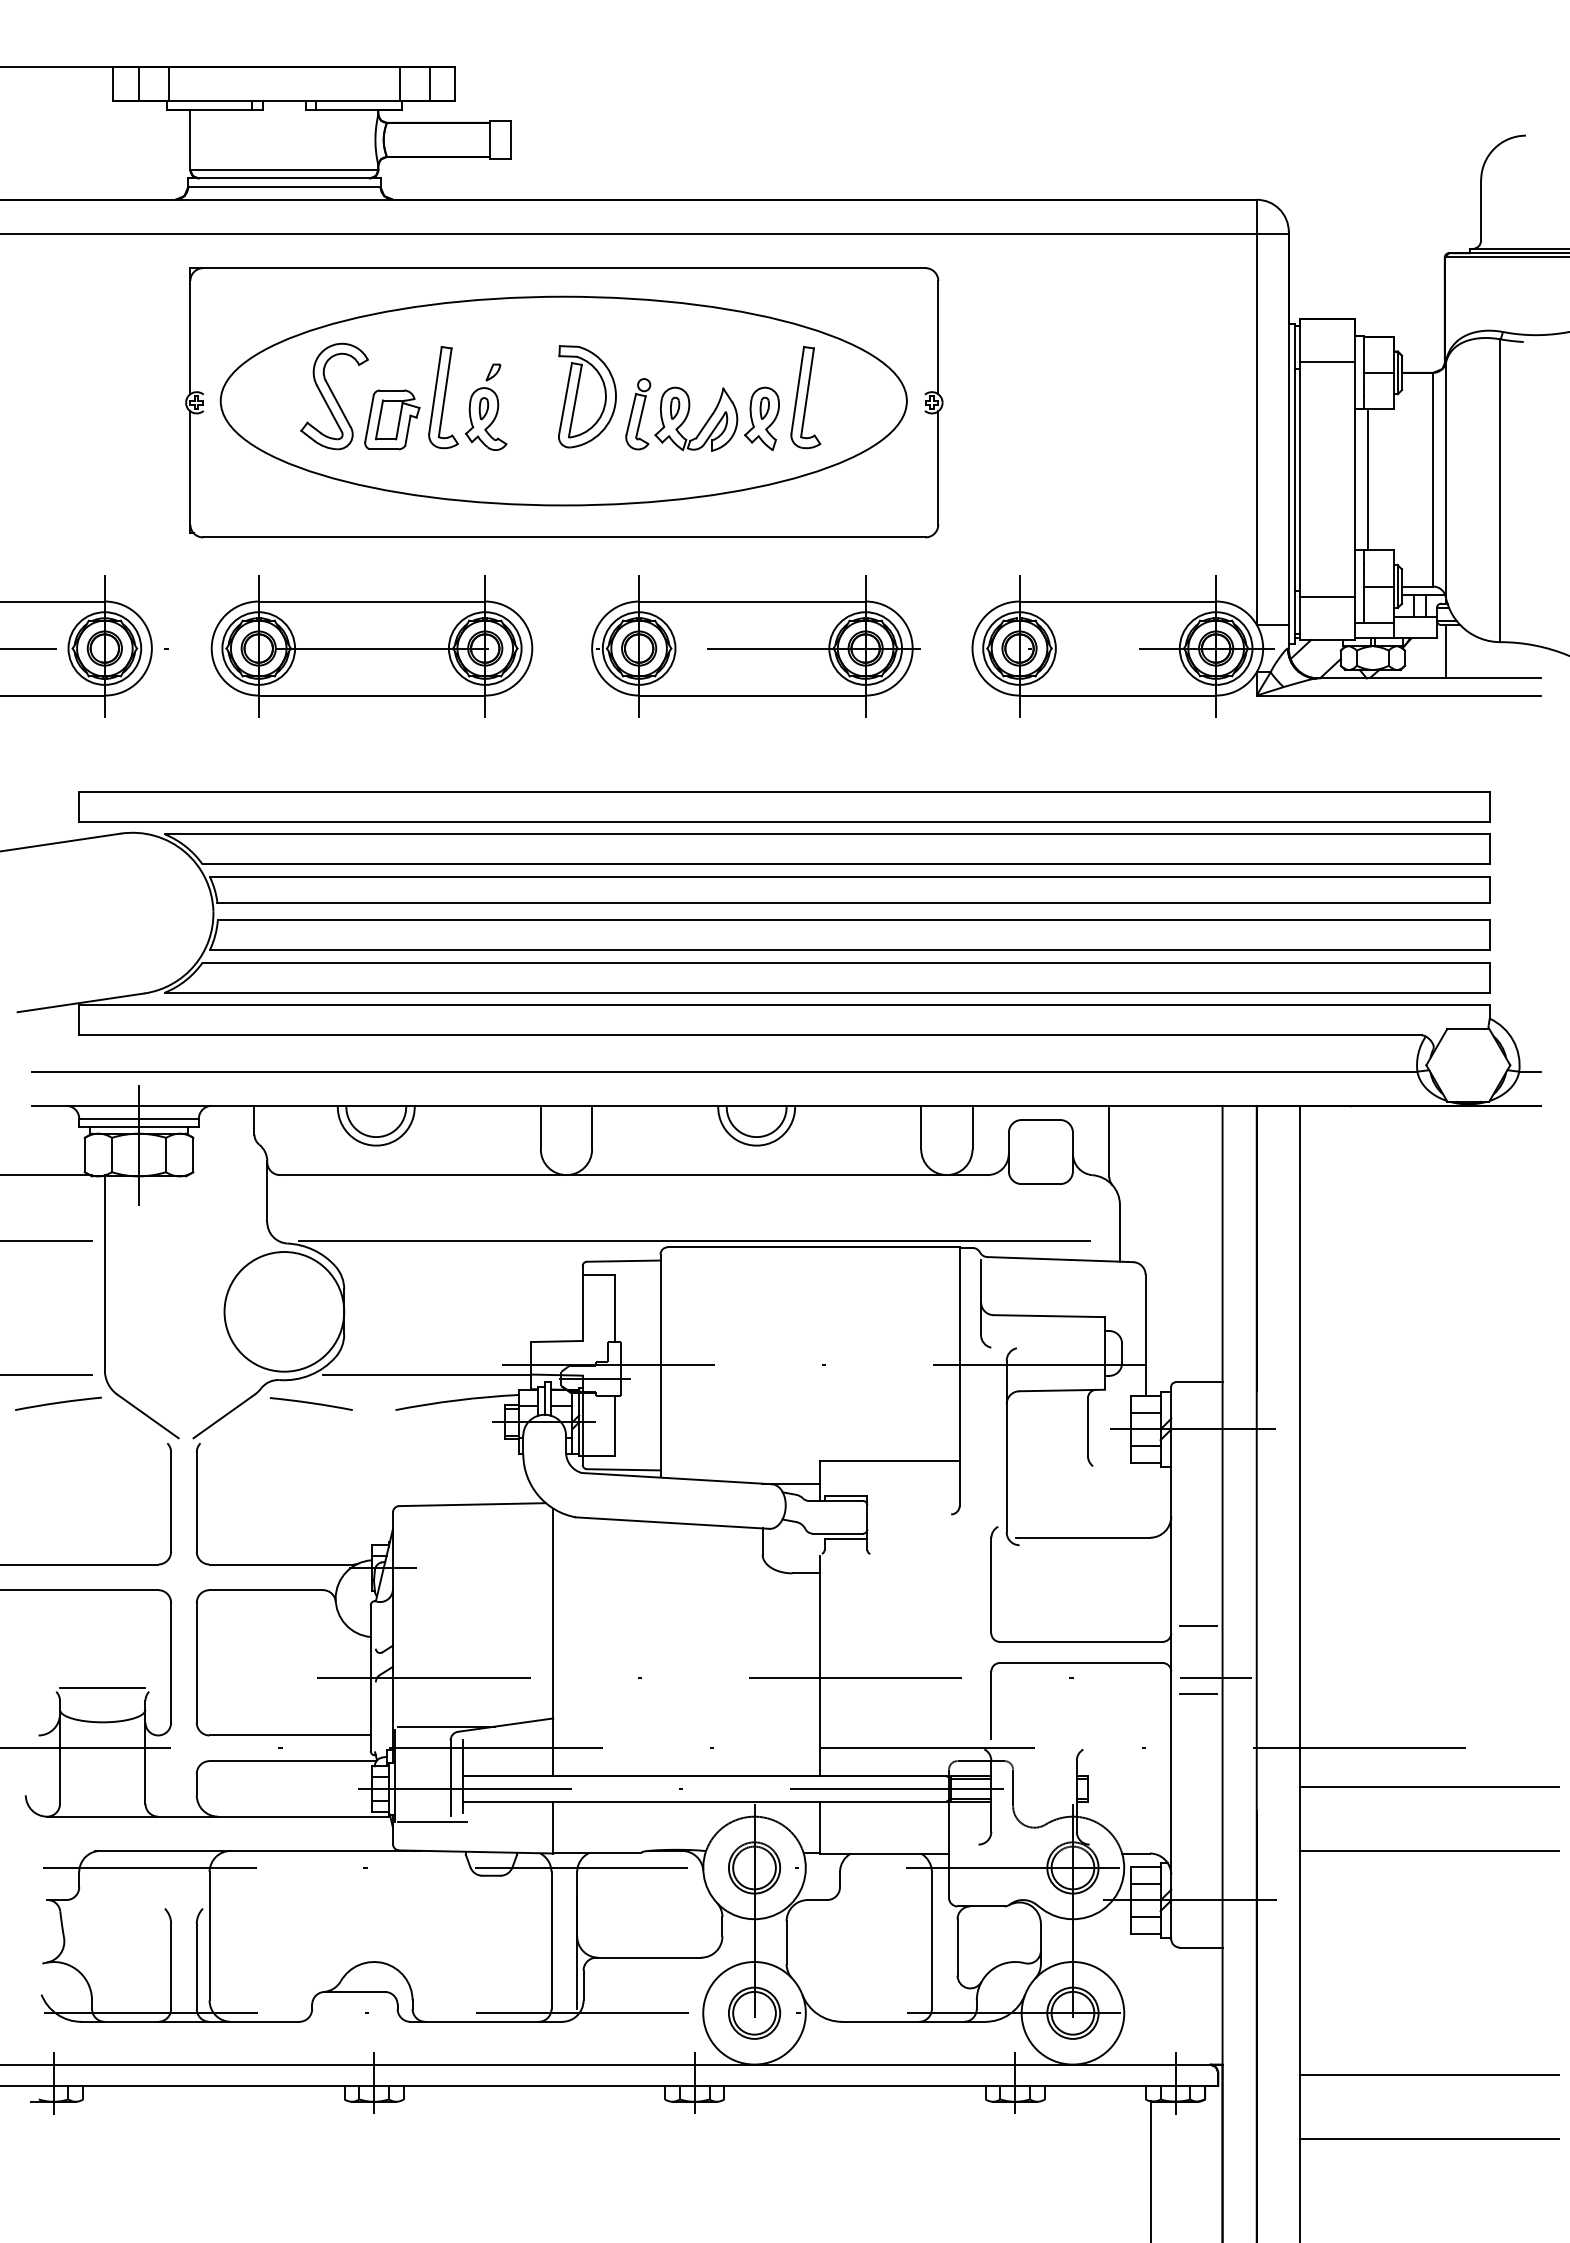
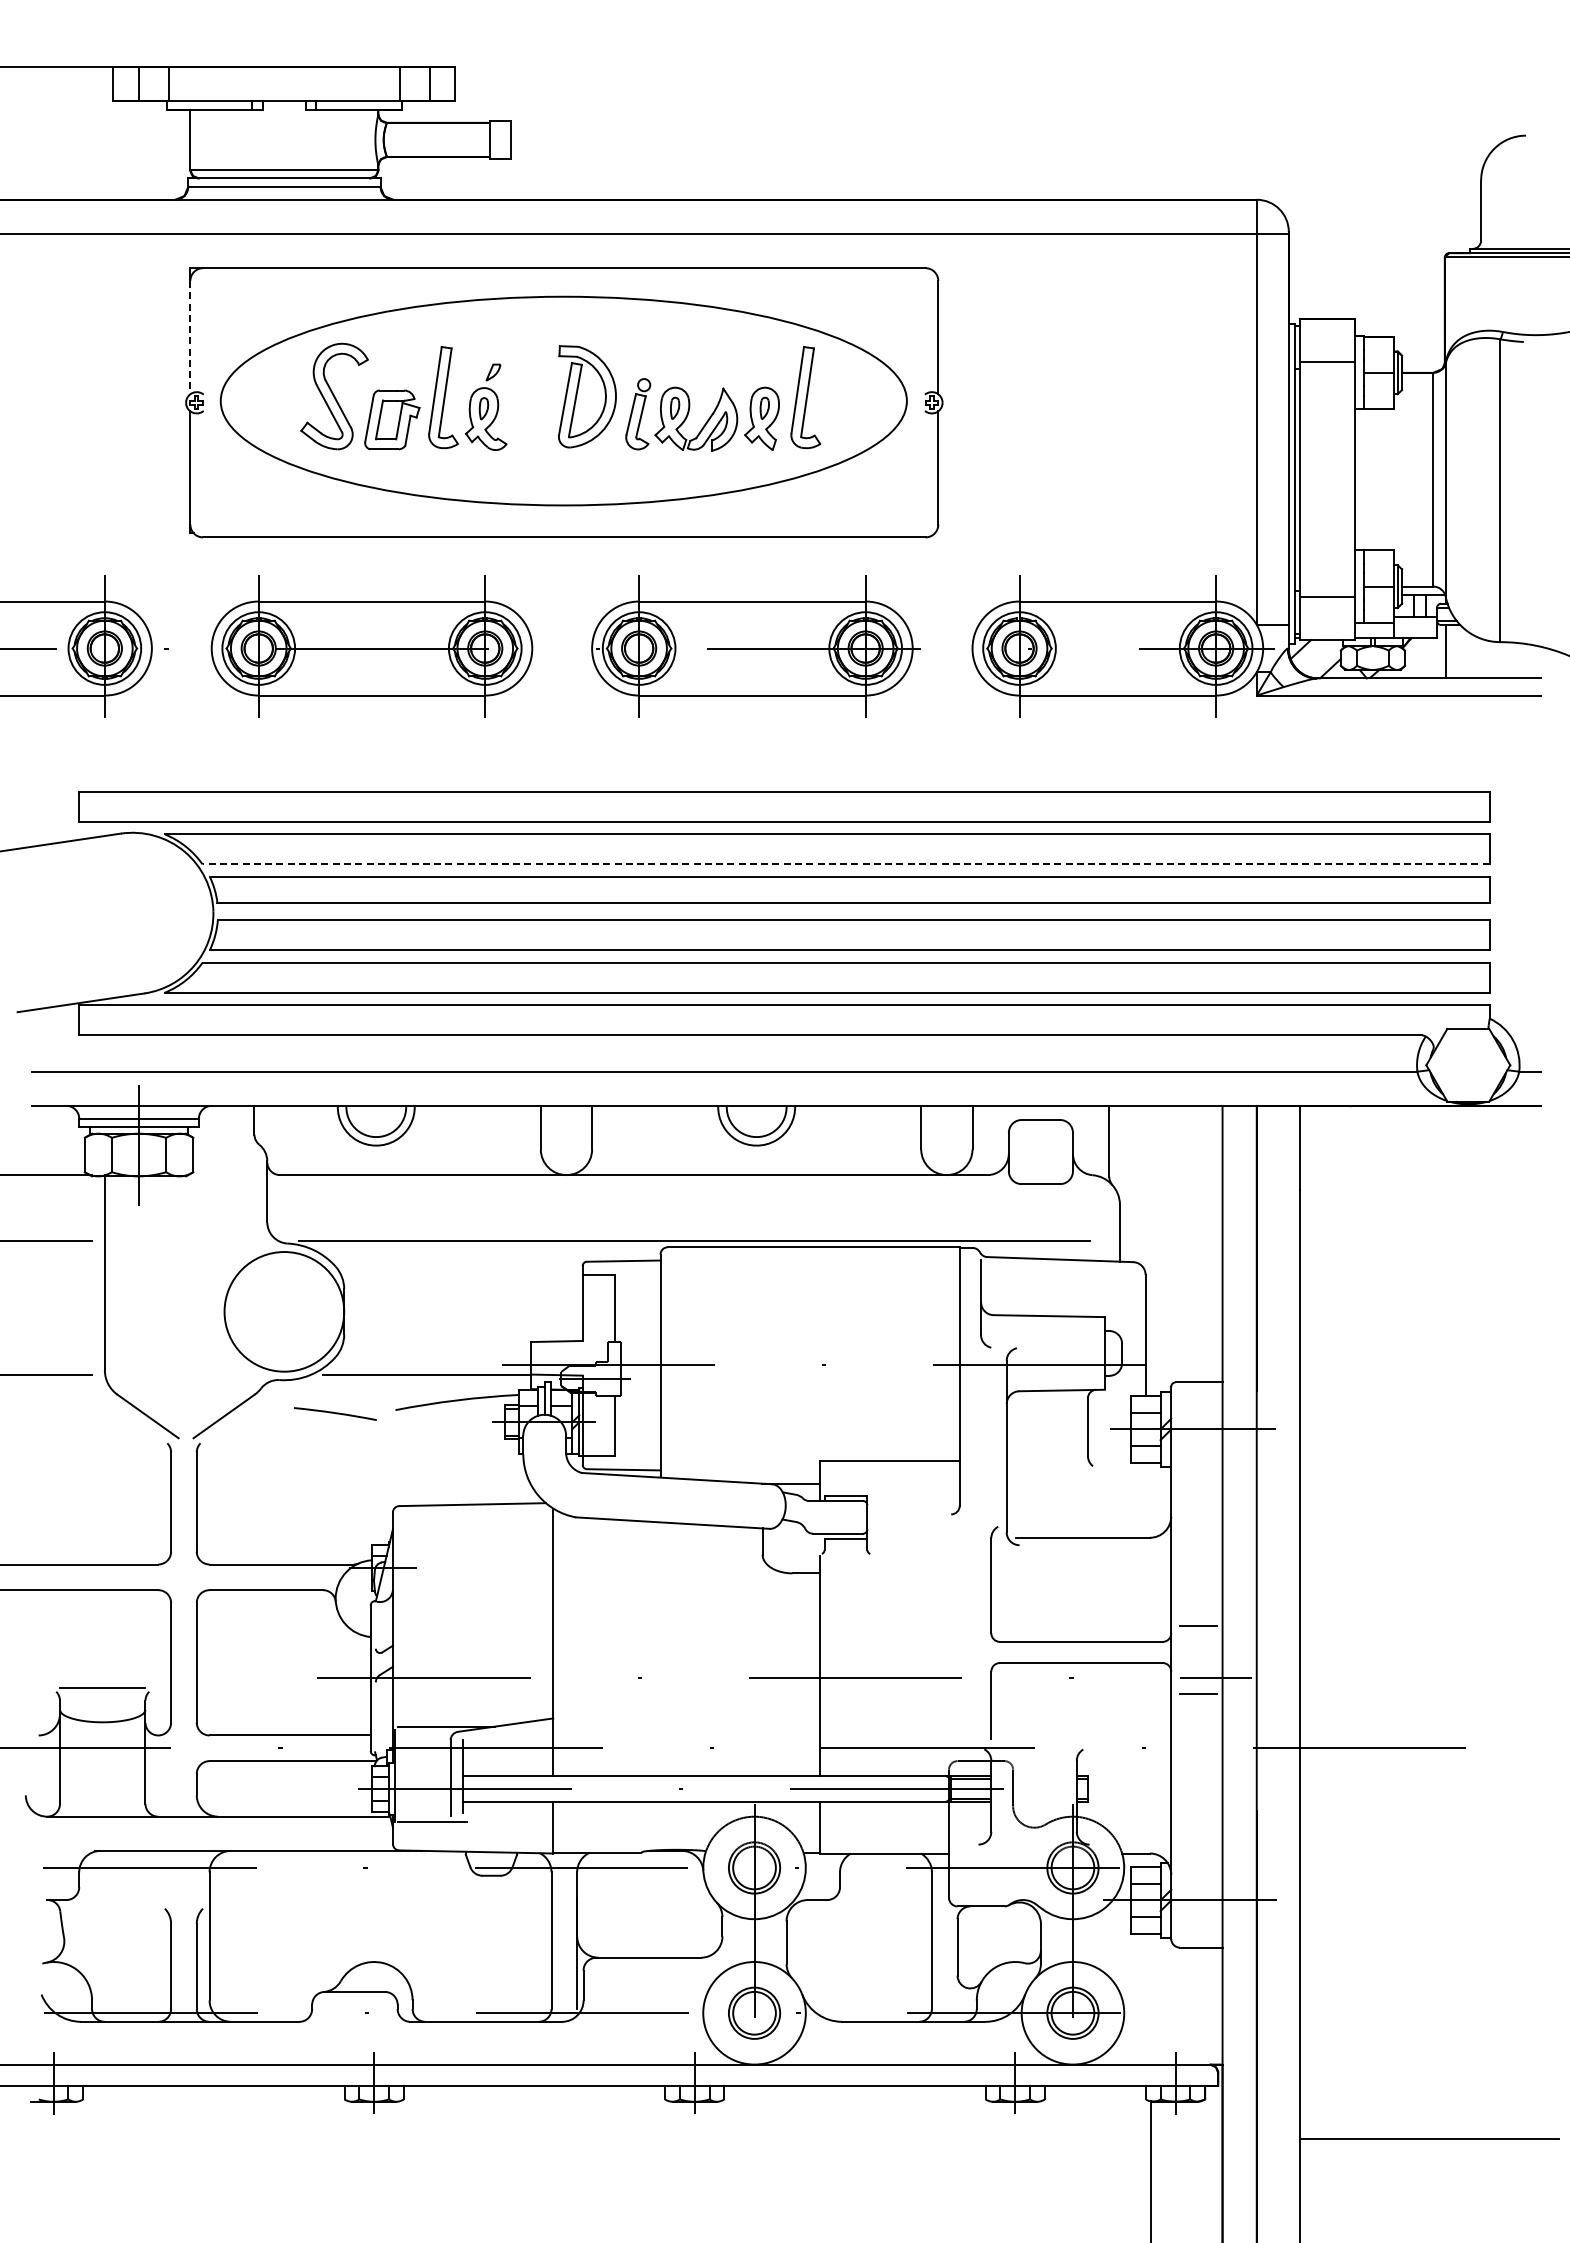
line at (190, 337): solid -> dashed
line at (1367, 479): present -> none
line at (846, 864): solid -> dashed
arc at (58, 1403): present -> none
arc at (310, 1403) position: (310, 1403) -> (334, 1413)
line at (1429, 1786): present -> none
line at (1429, 1850): present -> none
line at (1429, 2075): present -> none
